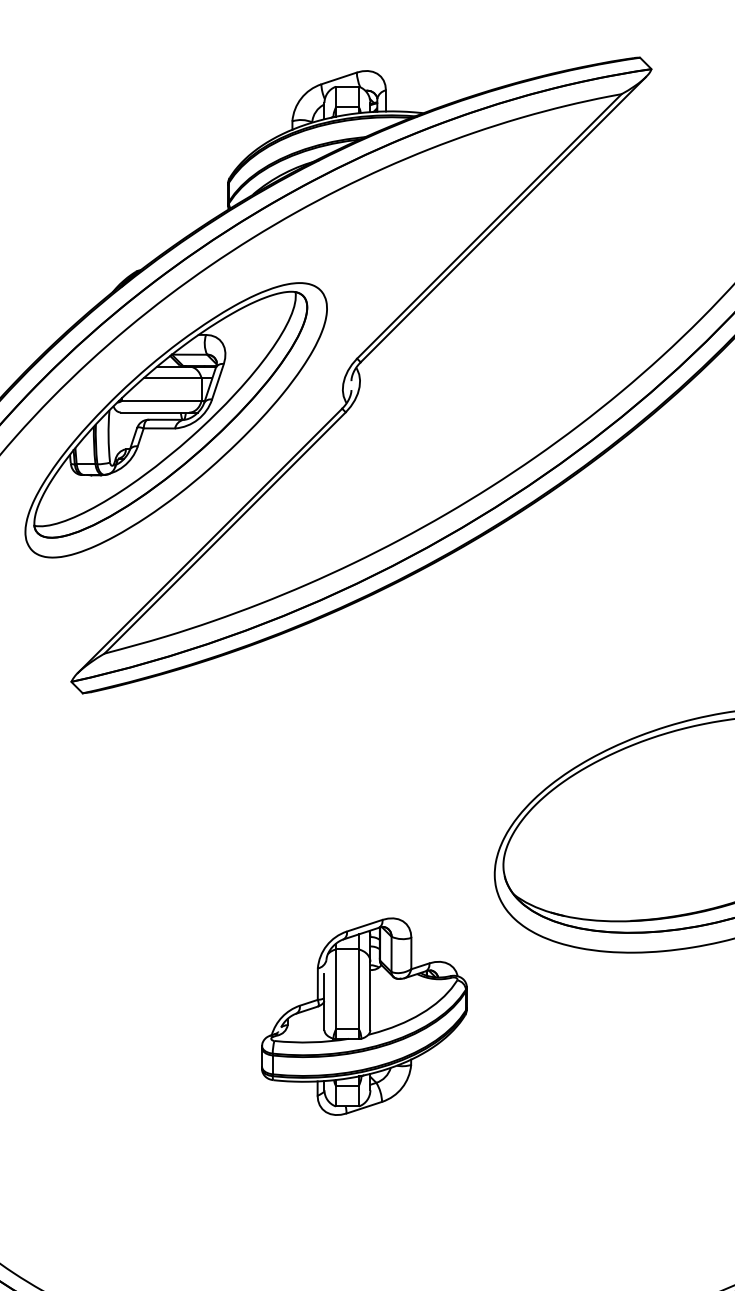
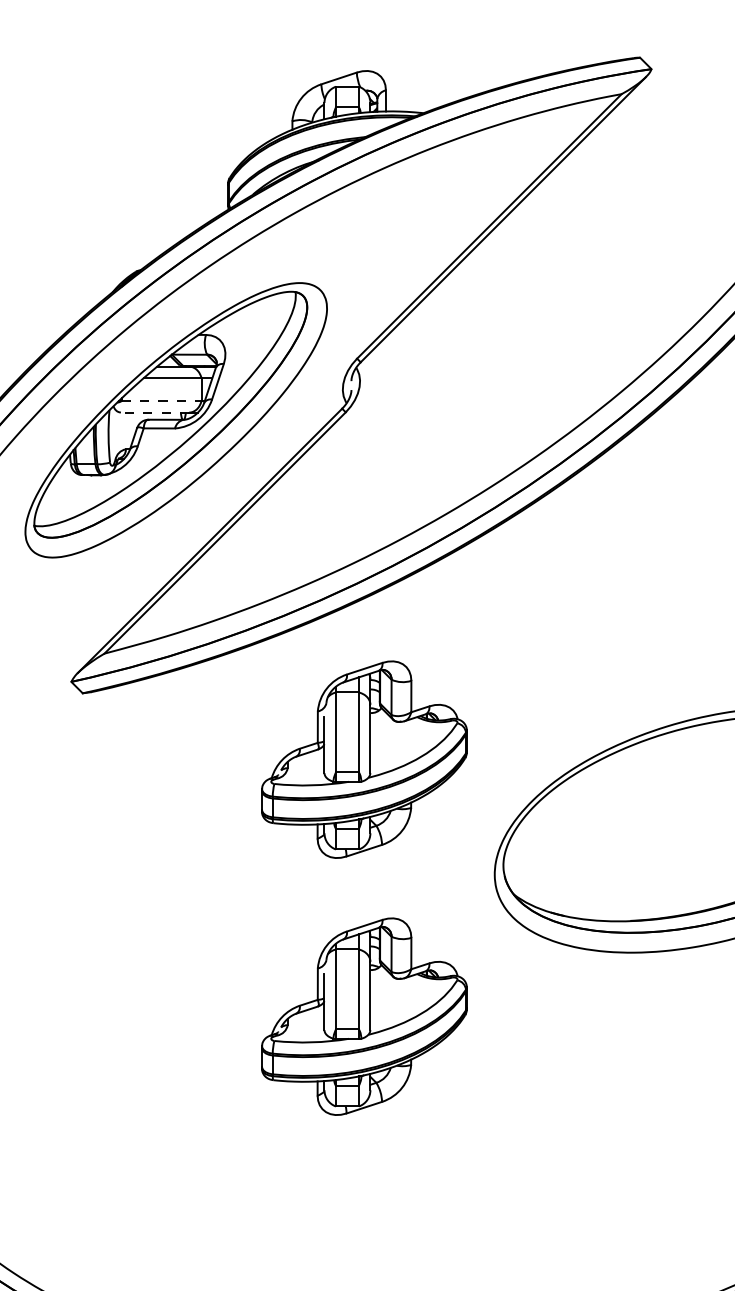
line at (161, 401): solid -> dashed
line at (154, 412): solid -> dashed
part at (364, 759): none -> present
